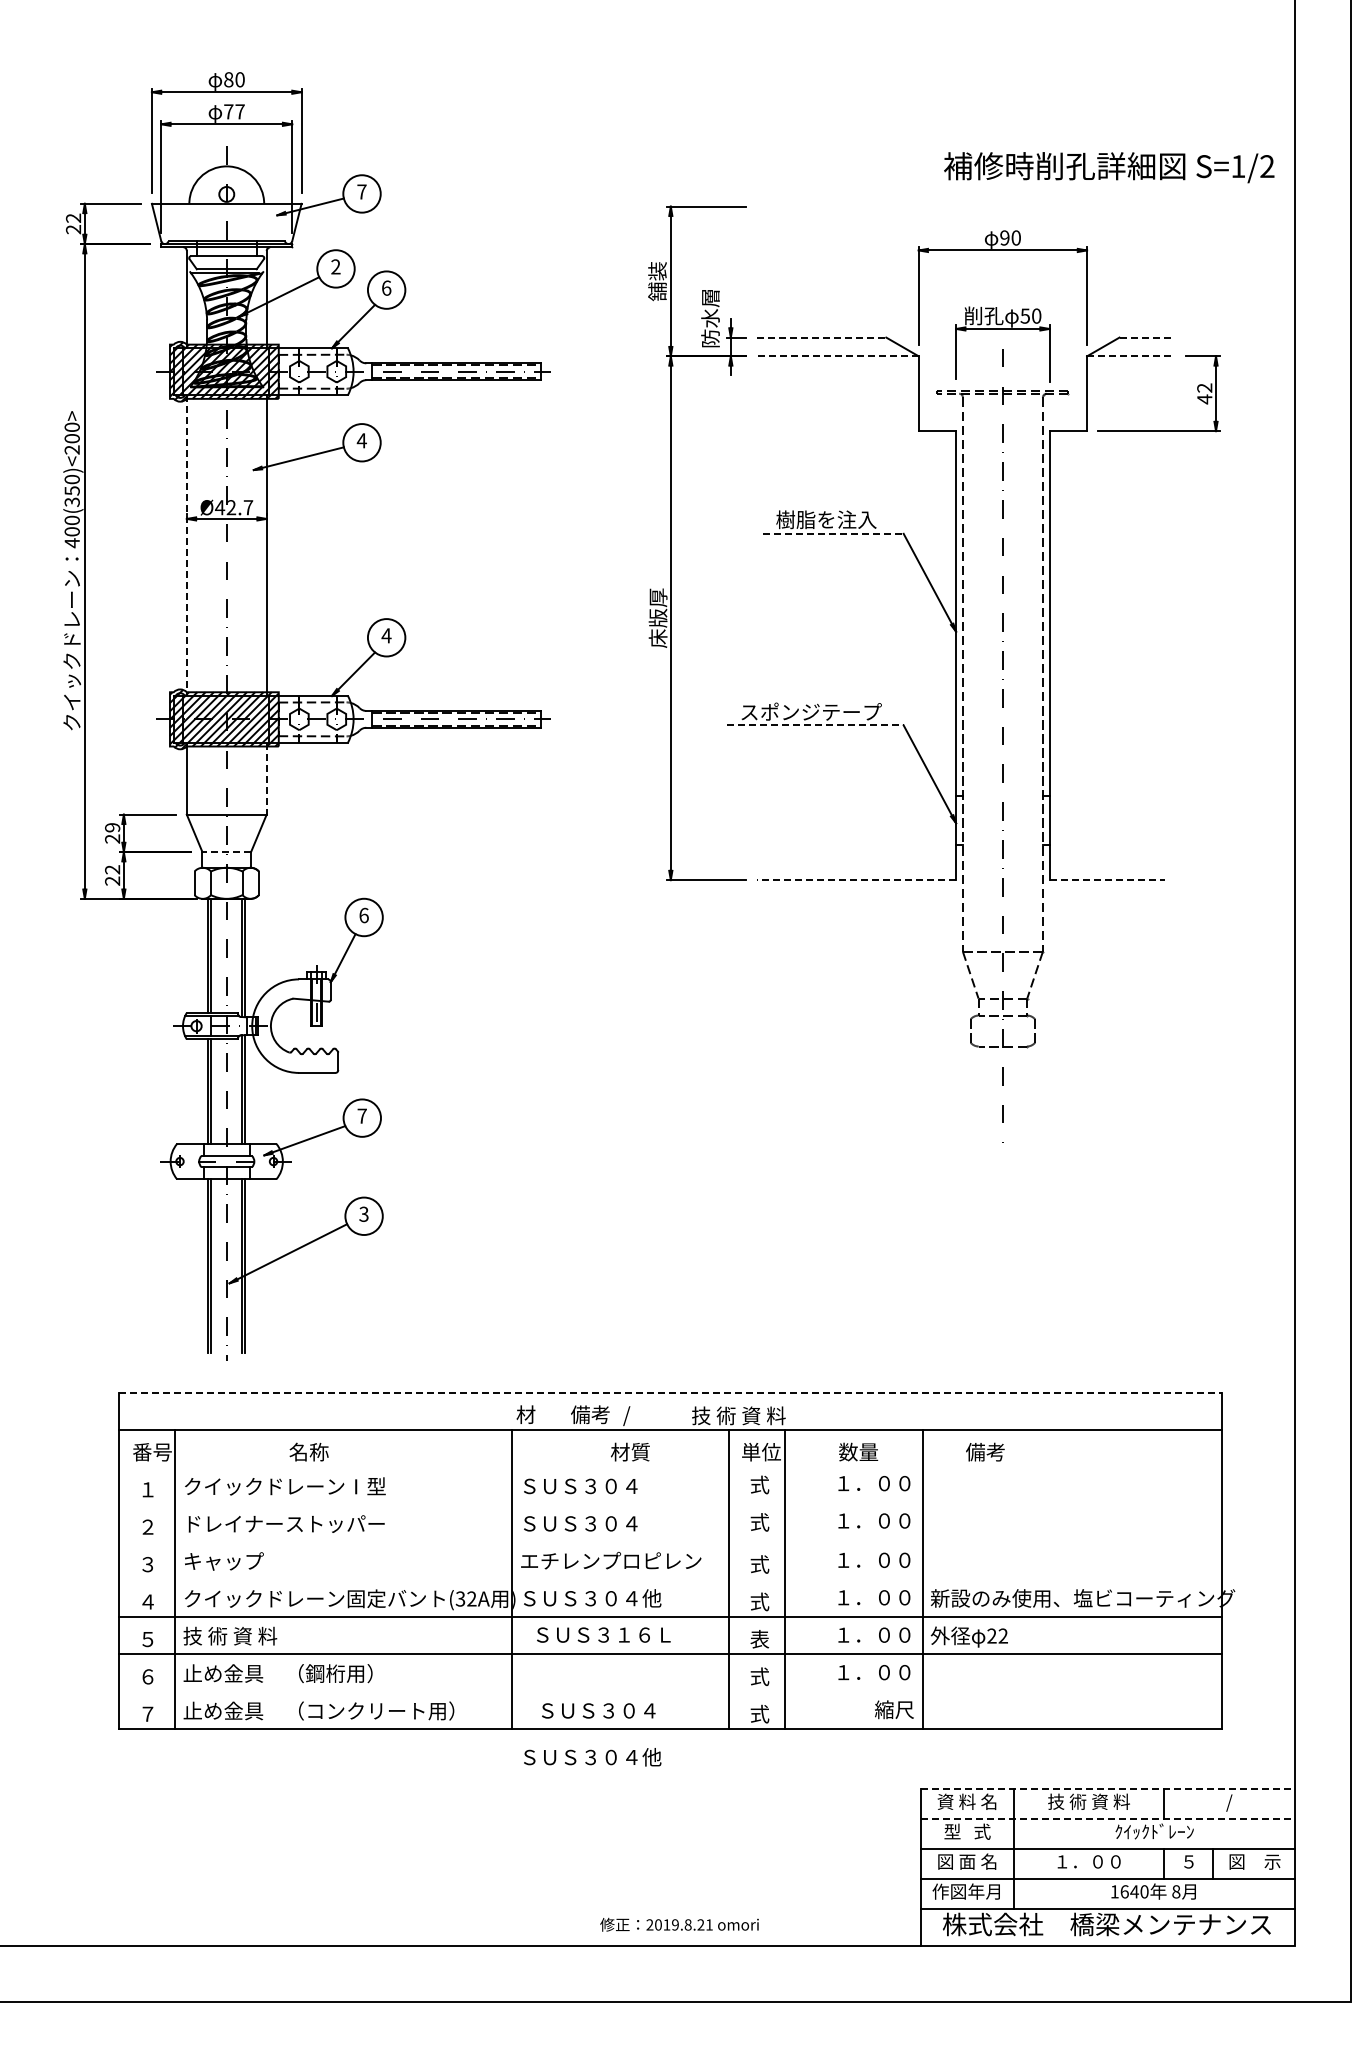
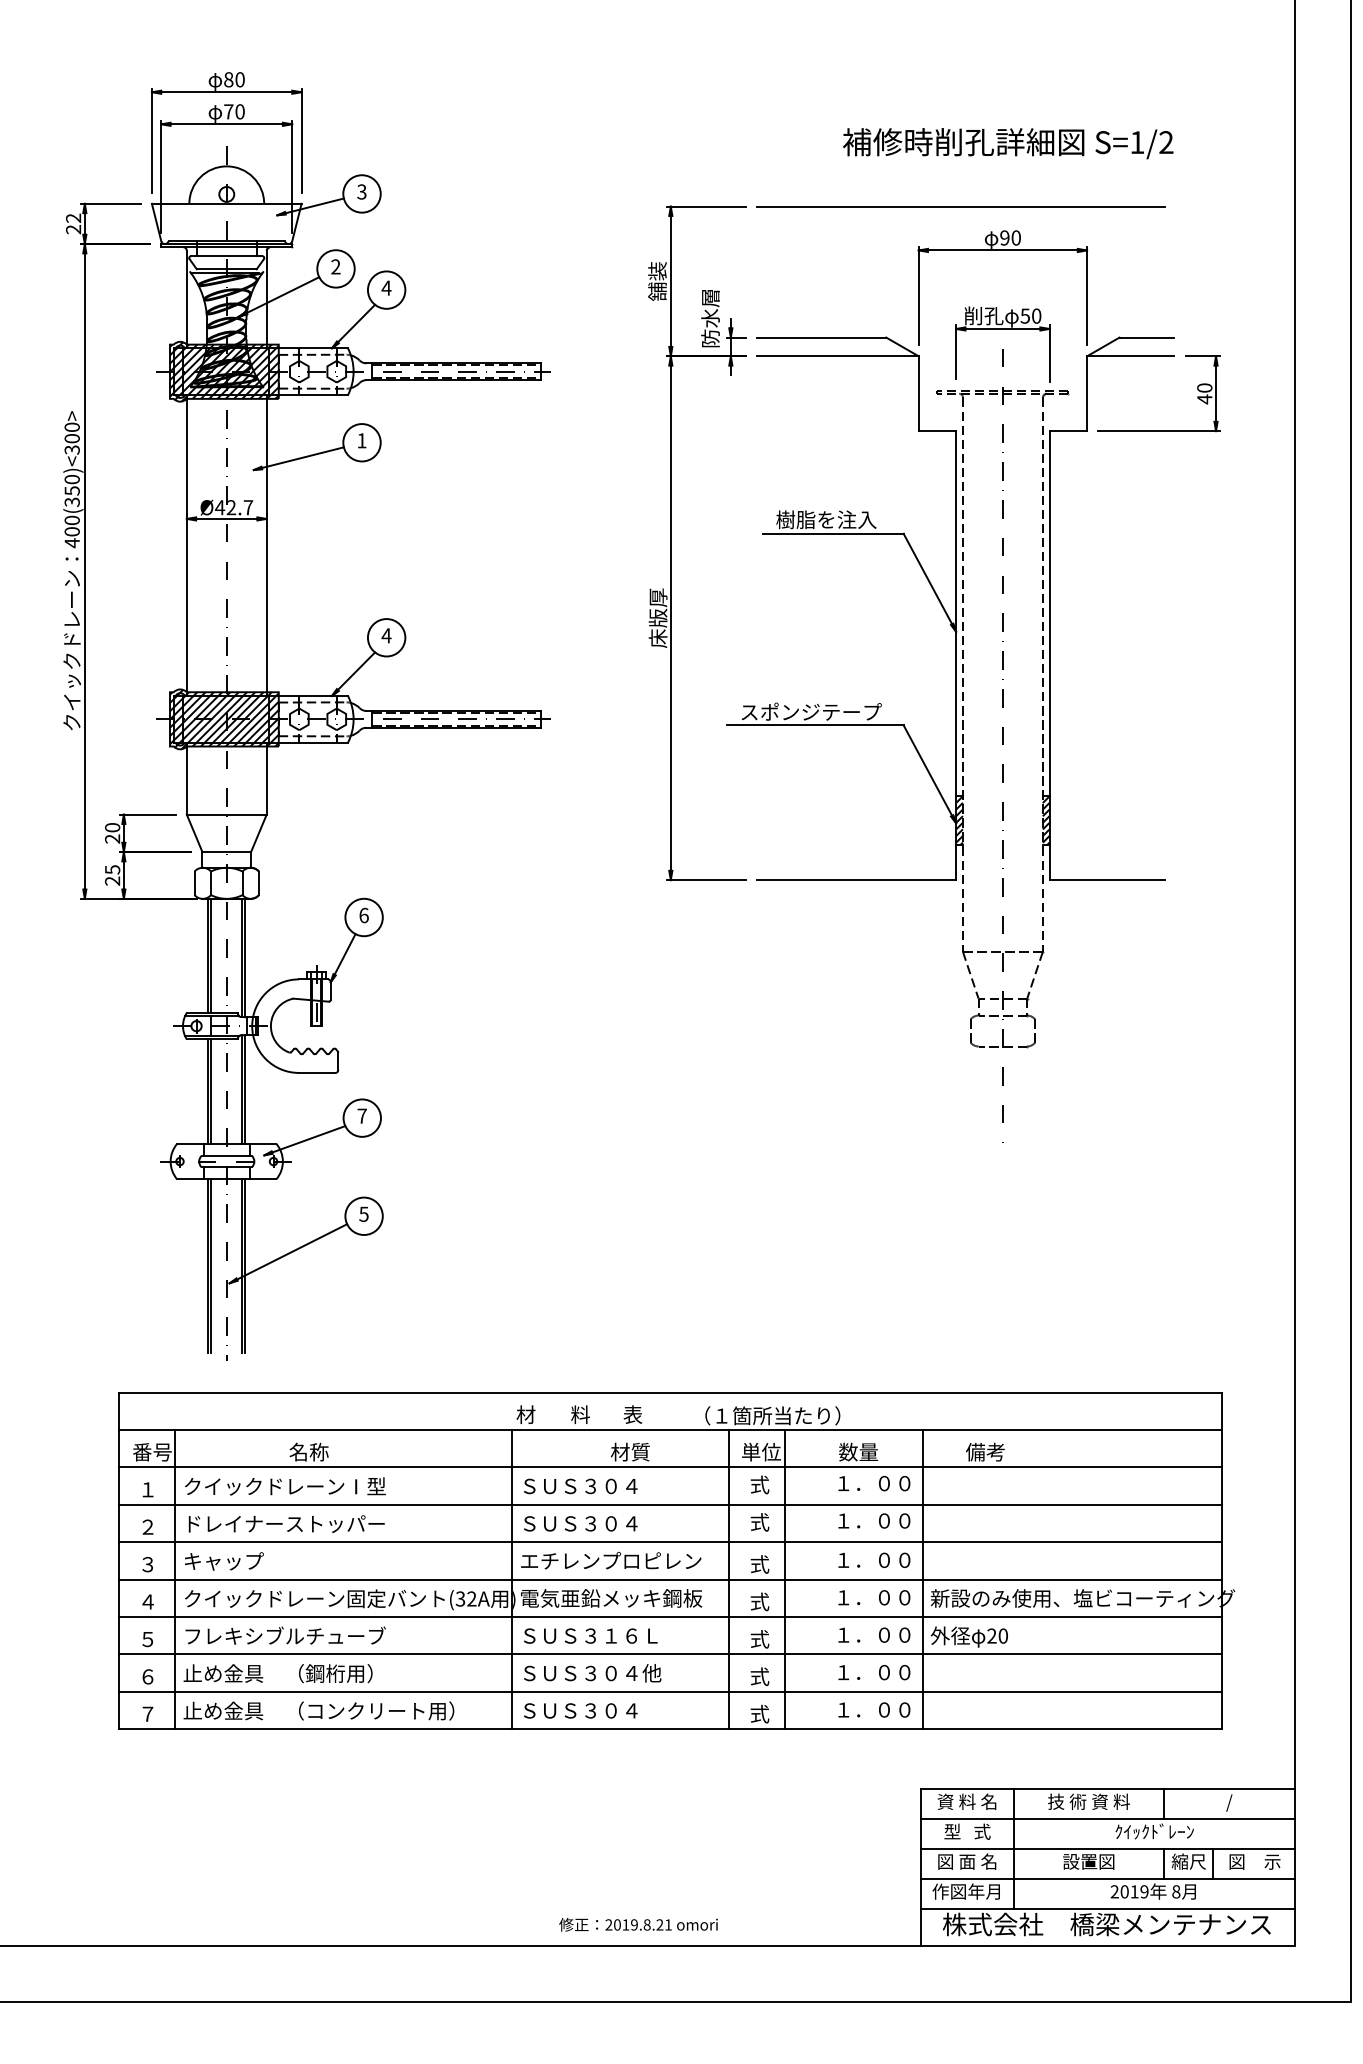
text at (239, 111): 77 -> 70
text at (1109, 167) position: (1109, 167) -> (1008, 143)
text at (361, 191): 7 -> 3
line at (960, 206): none -> present
text at (386, 287): 6 -> 4
line at (821, 337): dashed -> solid
line at (1147, 337): dashed -> solid
line at (837, 356): dashed -> solid
line at (1130, 356): dashed -> solid
text at (1204, 387): 42 -> 40
text at (361, 440): 4 -> 1
text at (72, 449): 400(350)<200> -> 400(350)<300>
line at (833, 533): dashed -> solid
line at (186, 546): dashed -> solid
line at (815, 725): dashed -> solid
line at (266, 778): dashed -> solid
hatch at (959, 820): none -> present
hatch at (1045, 820): none -> present
text at (112, 827): 29 -> 20
line at (226, 852): dashed -> solid
text at (112, 869): 22 -> 25
line at (856, 880): dashed -> solid
line at (1107, 880): dashed -> solid
text at (363, 1213): 3 -> 5
line at (670, 1392): dashed -> solid
text at (590, 1414): 備考 -> 料
text at (632, 1415): / -> 表
text at (766, 1415): 技 術 資 料 -> （１箇所当たり）
line at (670, 1467): none -> present
line at (670, 1504): none -> present
line at (670, 1542): none -> present
line at (670, 1579): none -> present
text at (611, 1598): ＳＵＳ３０４他 -> 電気亜鉛メッキ鋼板
text at (603, 1634) position: (603, 1634) -> (590, 1635)
text at (284, 1635): 技 術 資 料 -> フレキシブルチューブ
text at (1002, 1635): 22 -> 20
text at (759, 1639): 表 -> 式
line at (670, 1691): none -> present
text at (875, 1709): 縮尺 -> １．００
text at (598, 1710) position: (598, 1710) -> (580, 1710)
text at (592, 1757) position: (592, 1757) -> (592, 1673)
line at (1108, 1788): dashed -> solid
line at (1108, 1818): dashed -> solid
text at (1088, 1861): １．００ -> 設置図
text at (1188, 1861): ５ -> 縮尺
text at (1129, 1891): 1640 -> 2019
text at (679, 1924) position: (679, 1924) -> (638, 1924)
